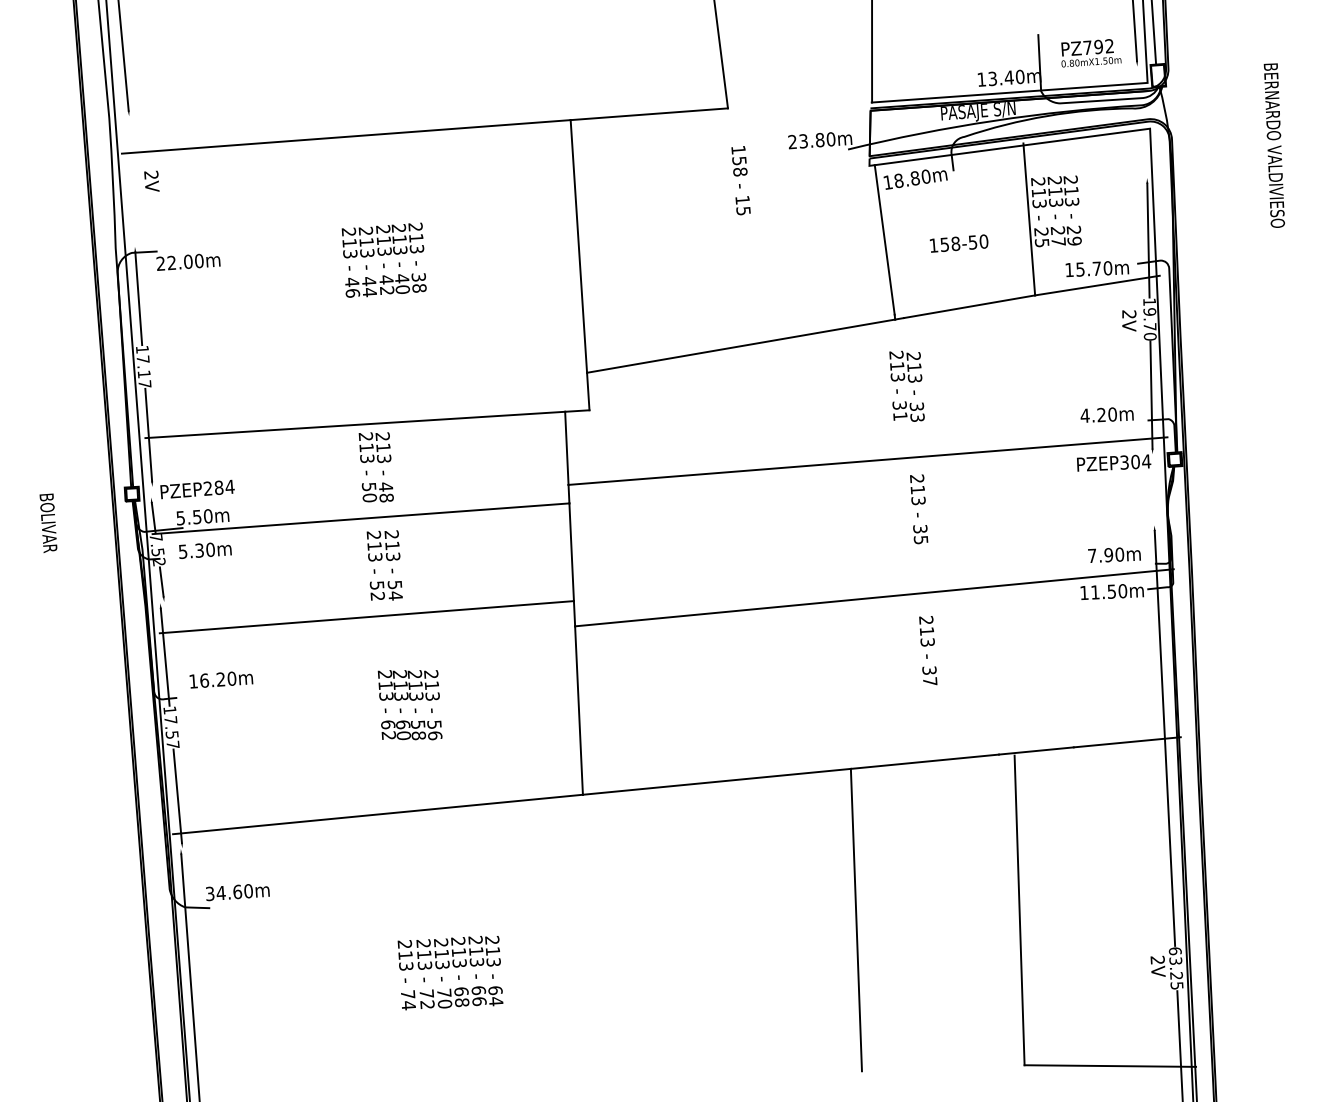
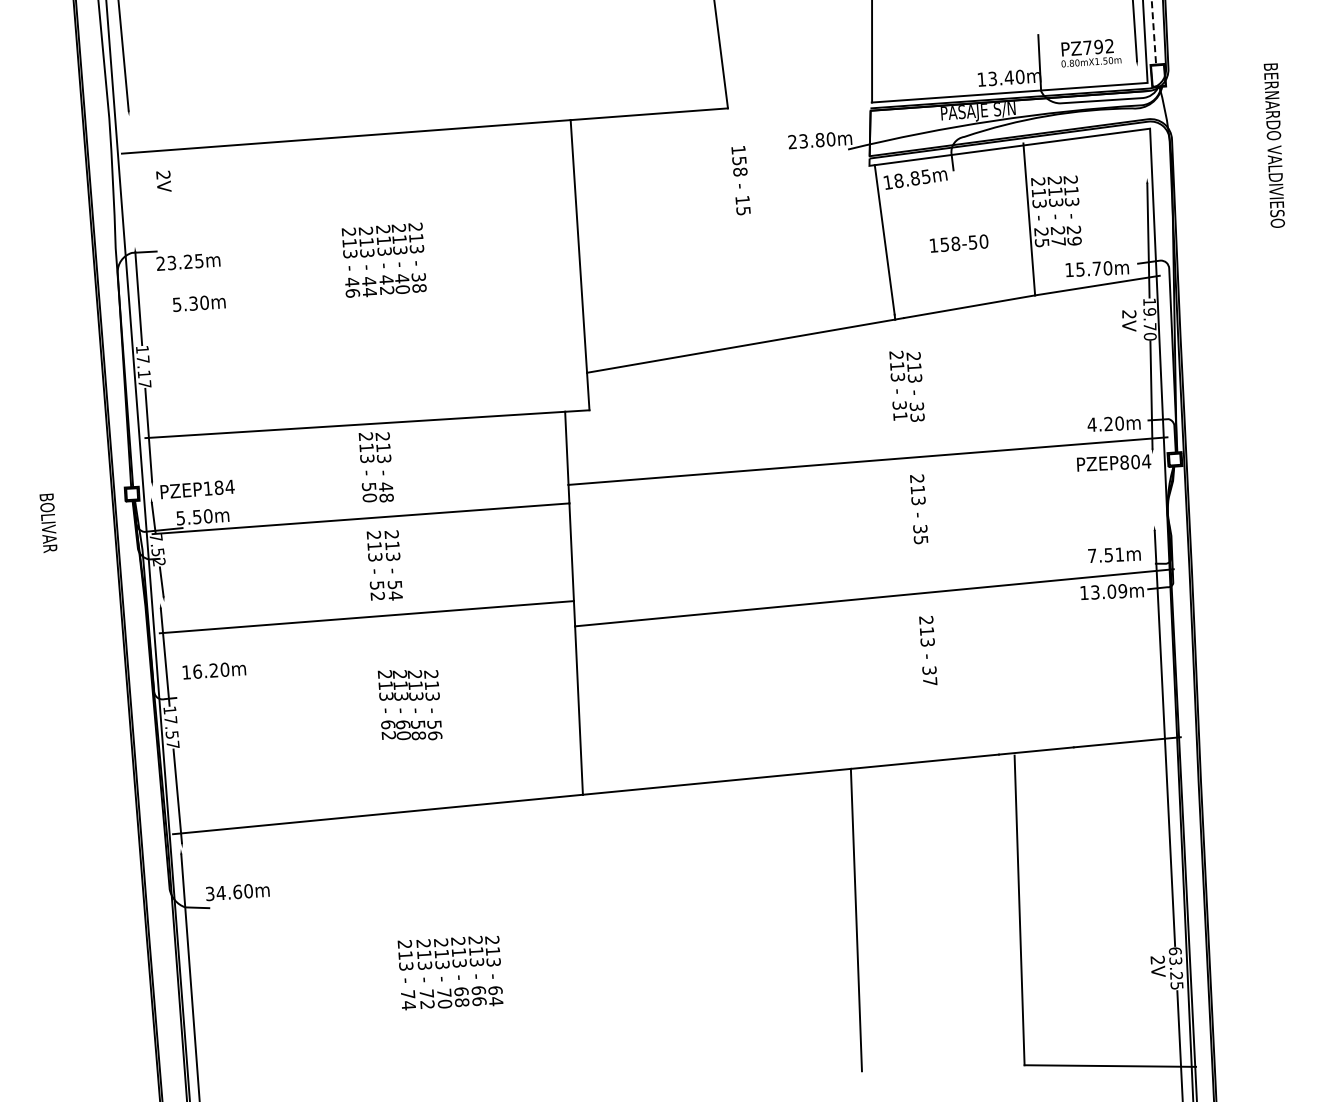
line at (1154, 33): solid -> dashed
text at (925, 176): 18.80m -> 18.85m
text at (151, 180) position: (151, 180) -> (163, 180)
text at (185, 261): 22.00m -> 23.25m
text at (1106, 414) position: (1106, 414) -> (1113, 423)
text at (1124, 462): PZEP304 -> PZEP804
text at (207, 488): PZEP284 -> PZEP184
text at (205, 550) position: (205, 550) -> (199, 303)
text at (1114, 554): 7.90m -> 7.51m
text at (1109, 591): 11.50m -> 13.09m
text at (221, 679) position: (221, 679) -> (214, 670)
